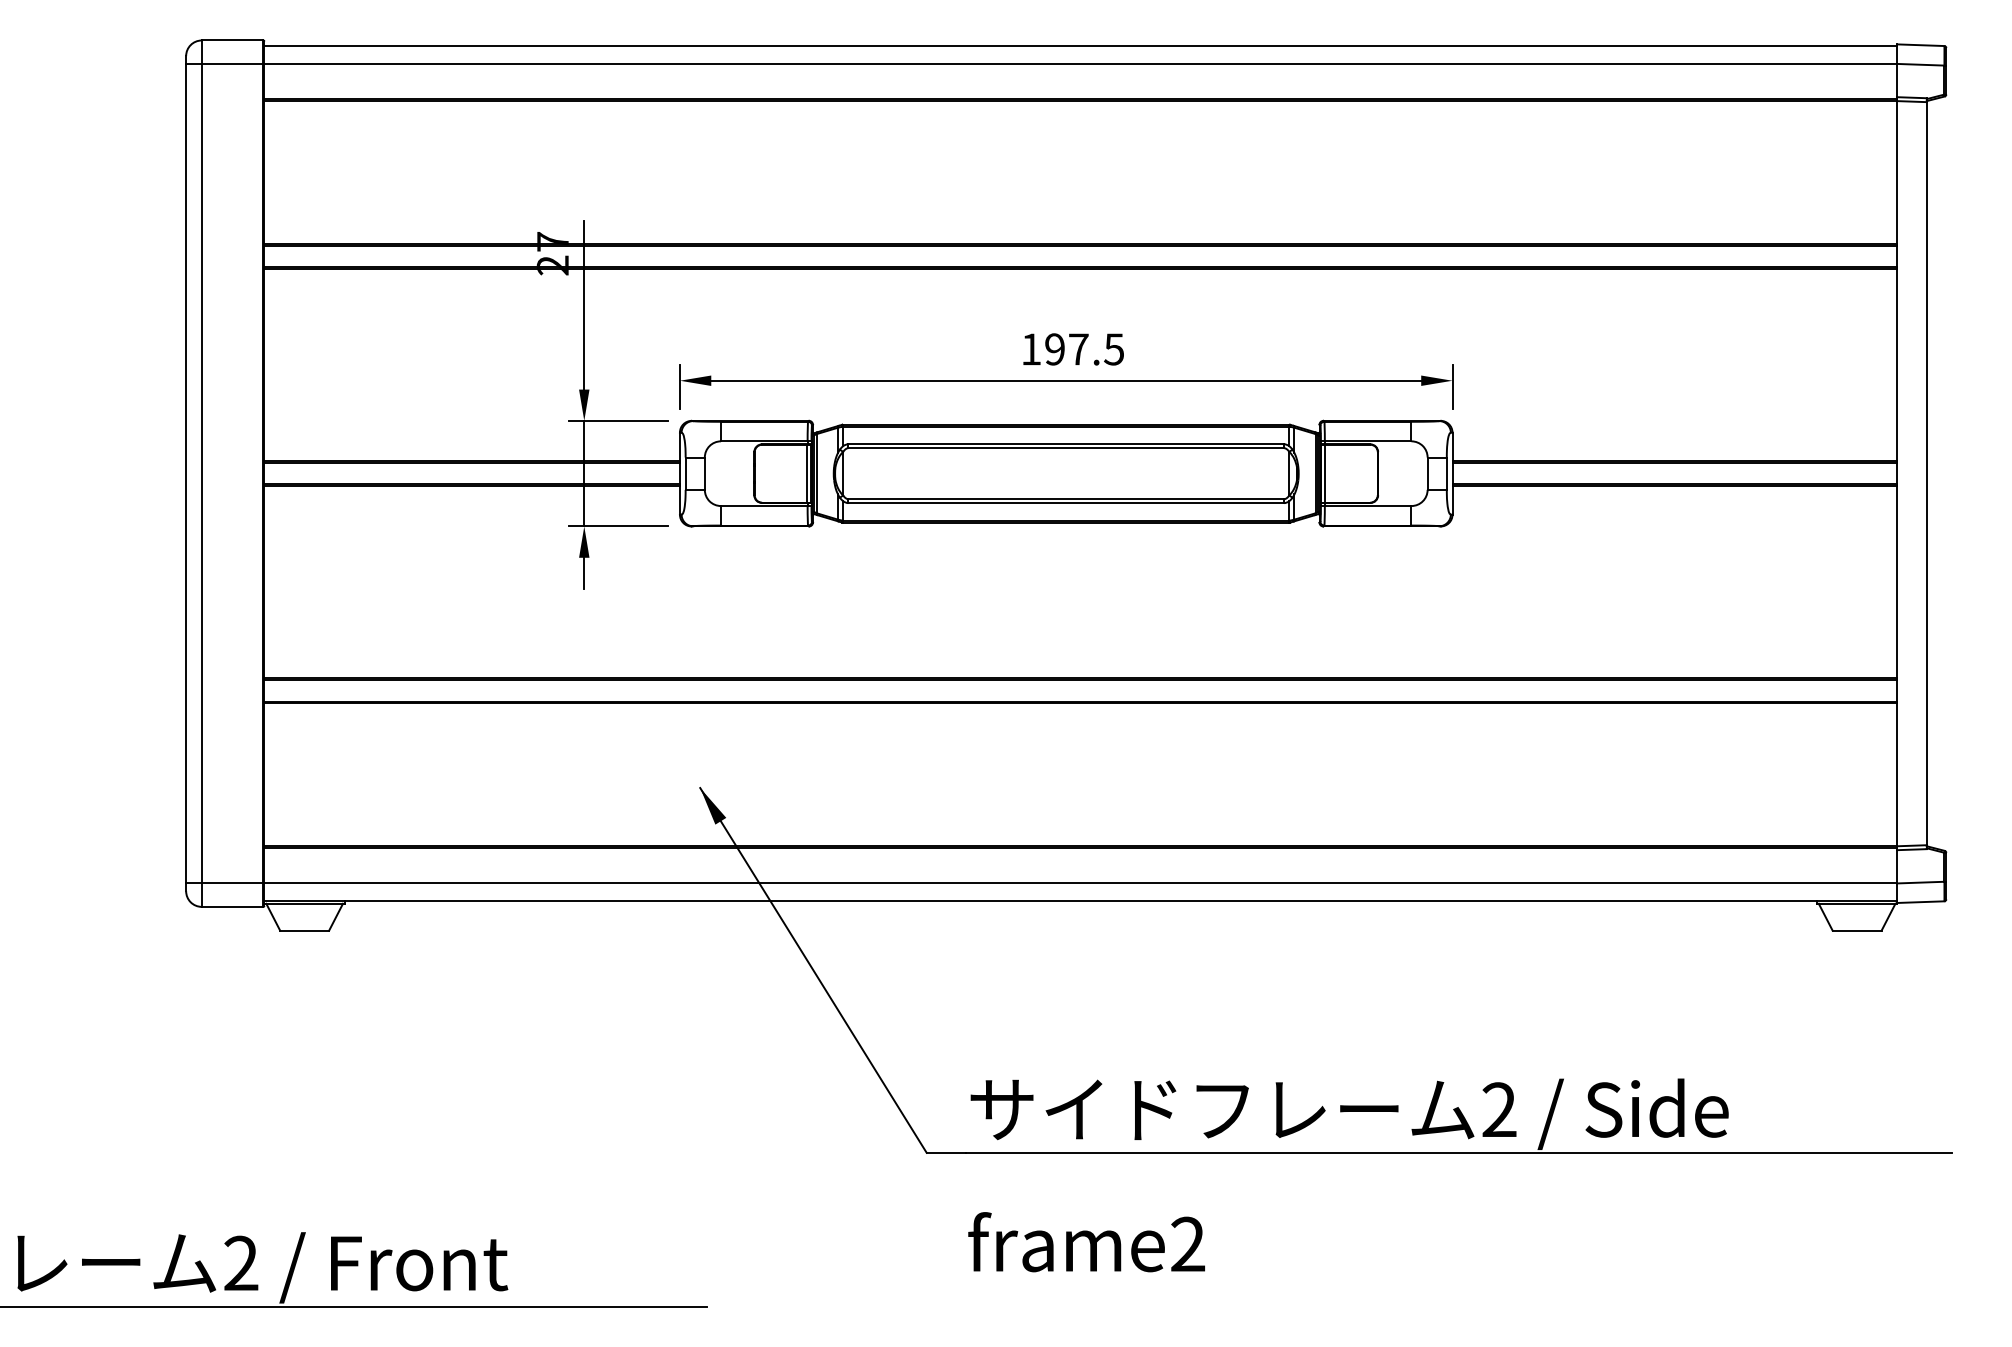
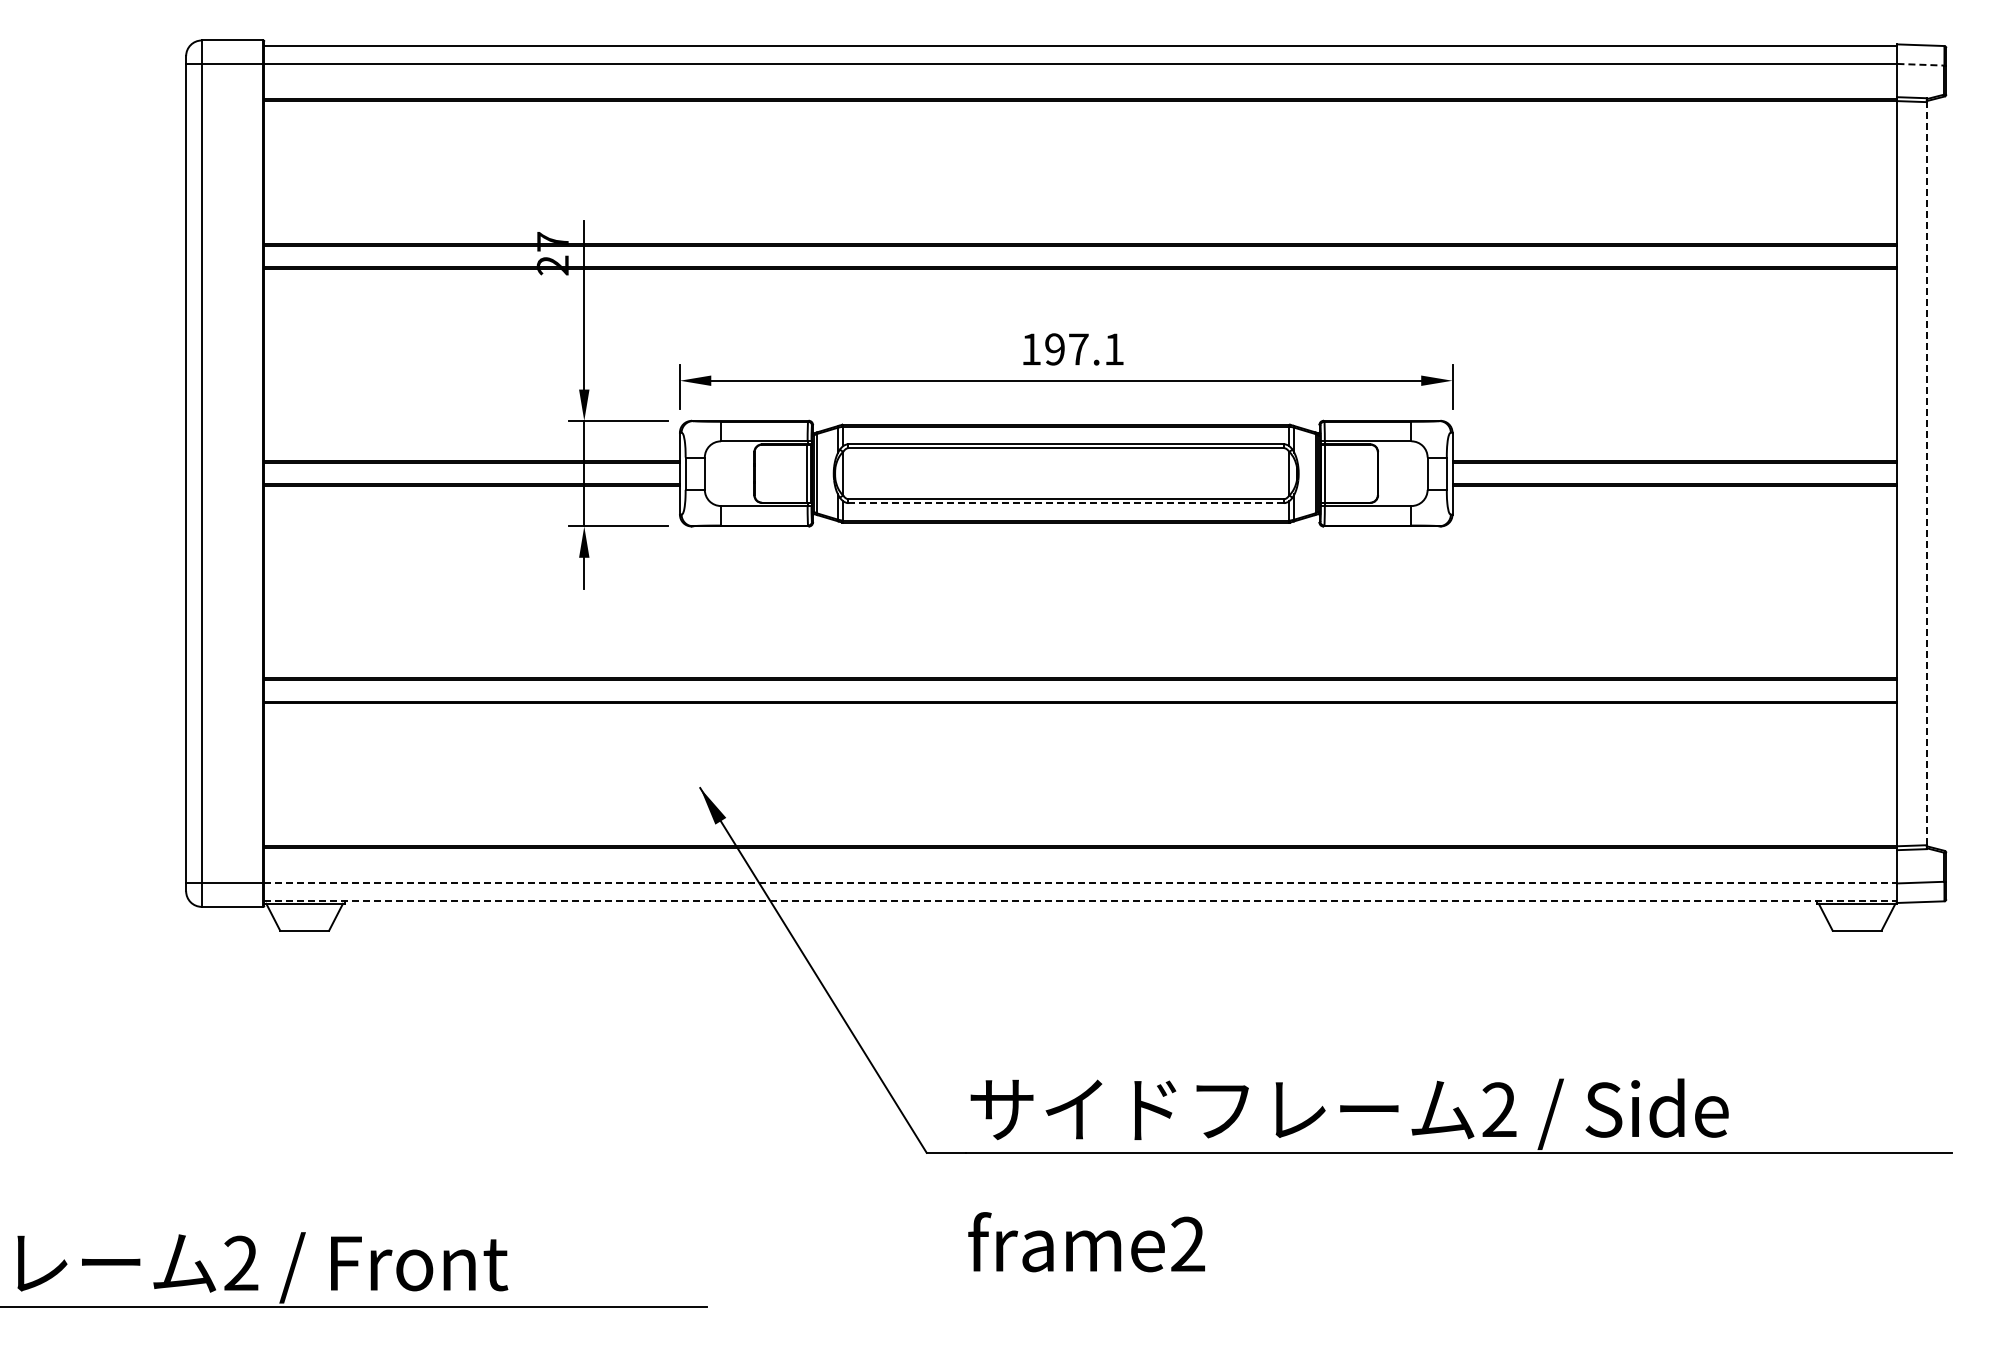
line at (1920, 64): solid -> dashed
text at (1113, 349): 197.5 -> 197.1
line at (1926, 473): solid -> dashed
line at (1066, 503): solid -> dashed
line at (1080, 883): solid -> dashed
line at (1080, 901): solid -> dashed
